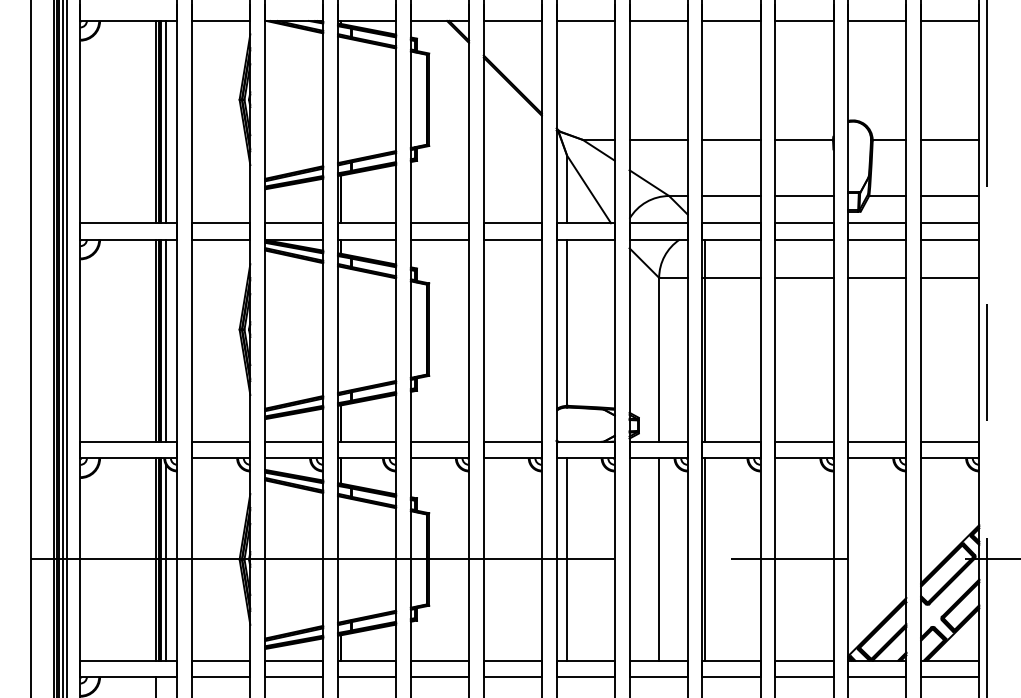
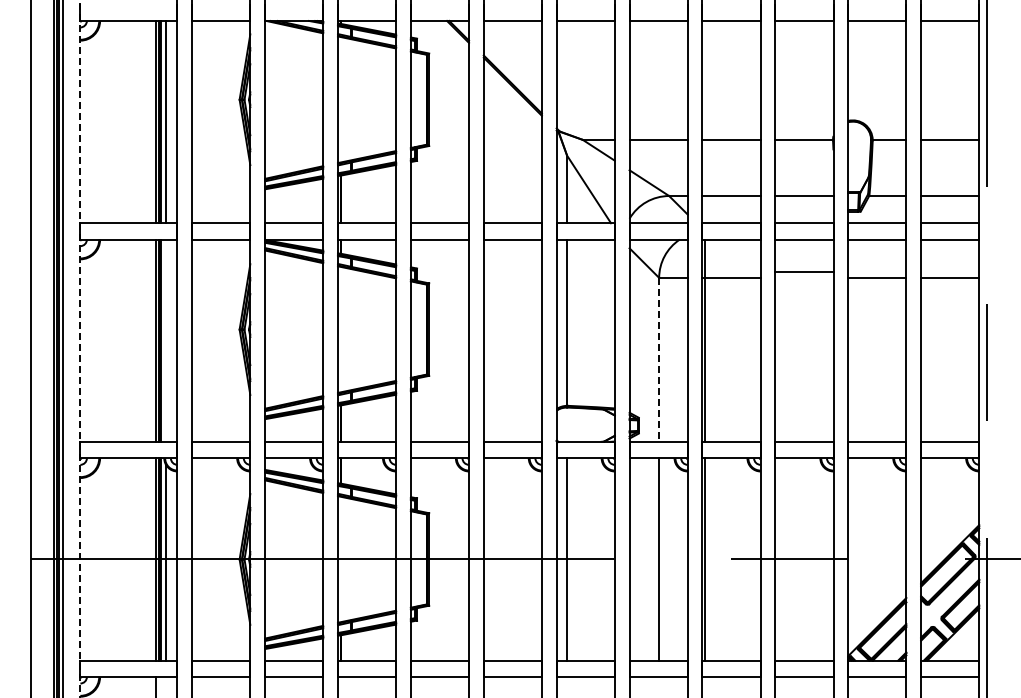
line at (804, 277) position: (804, 277) -> (804, 271)
line at (165, 340): present -> none
line at (67, 348): present -> none
line at (80, 348): solid -> dashed
line at (659, 360): solid -> dashed
